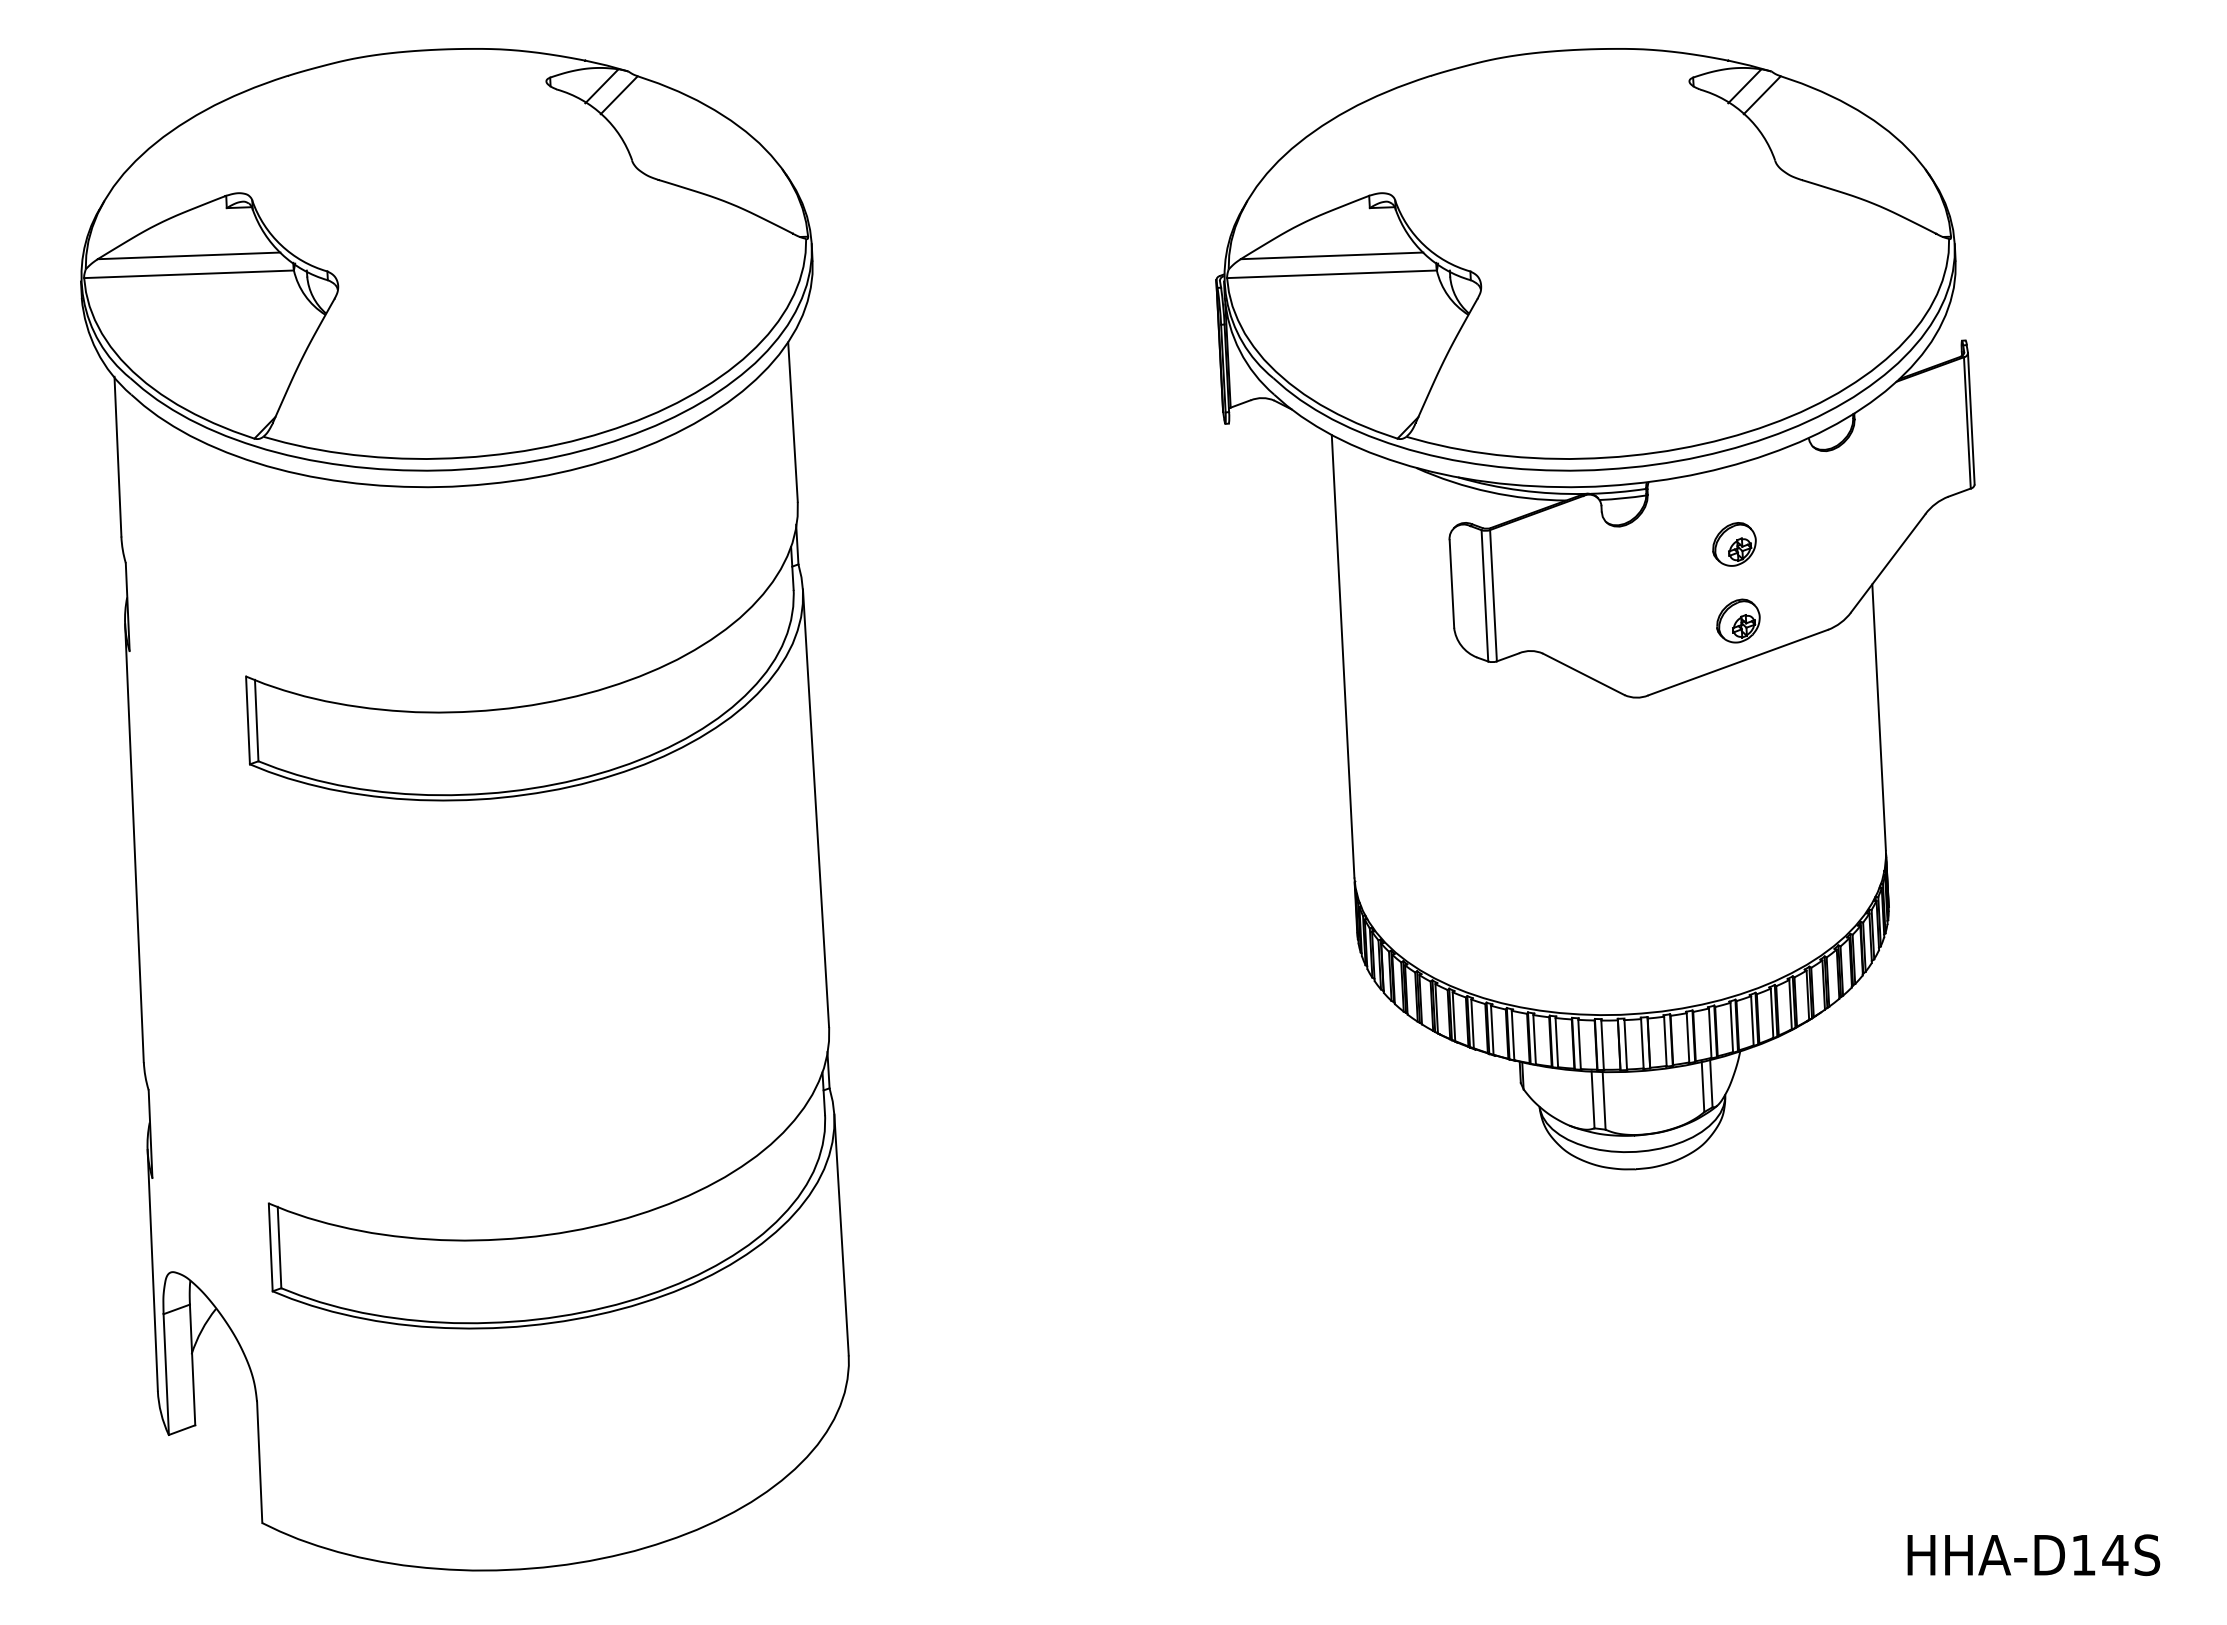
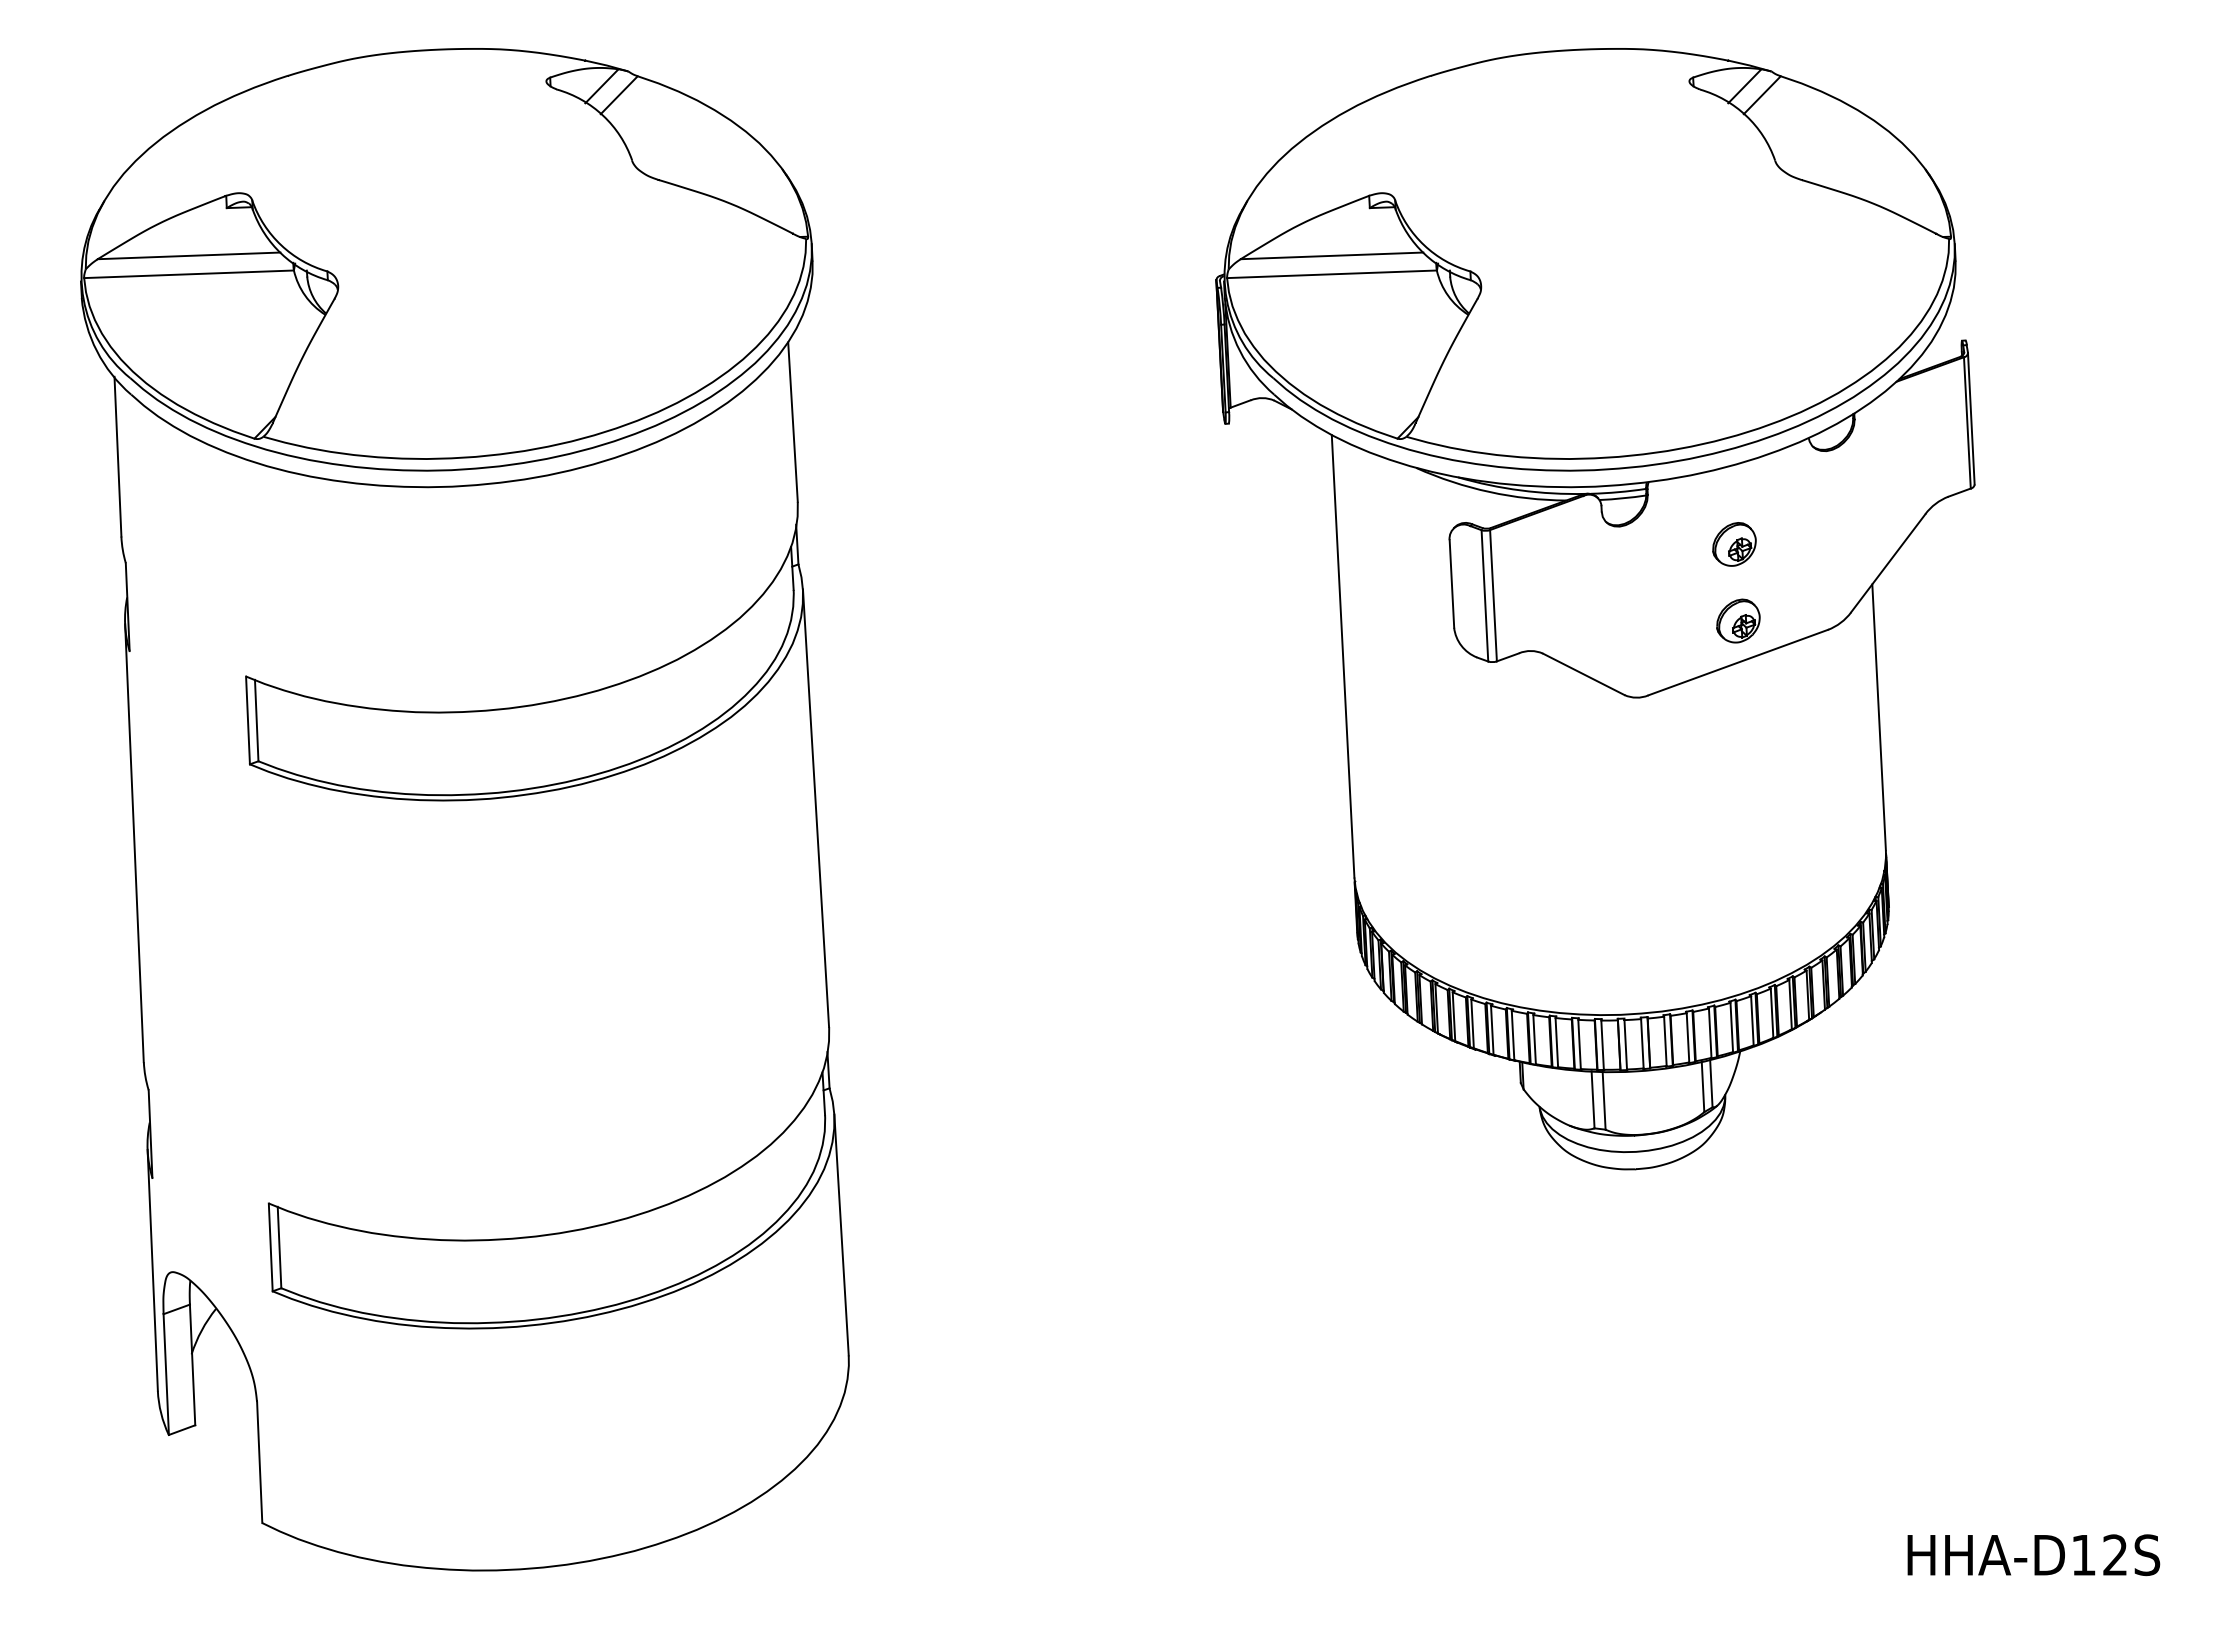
text at (2115, 1554): HHA-D14S -> HHA-D12S
